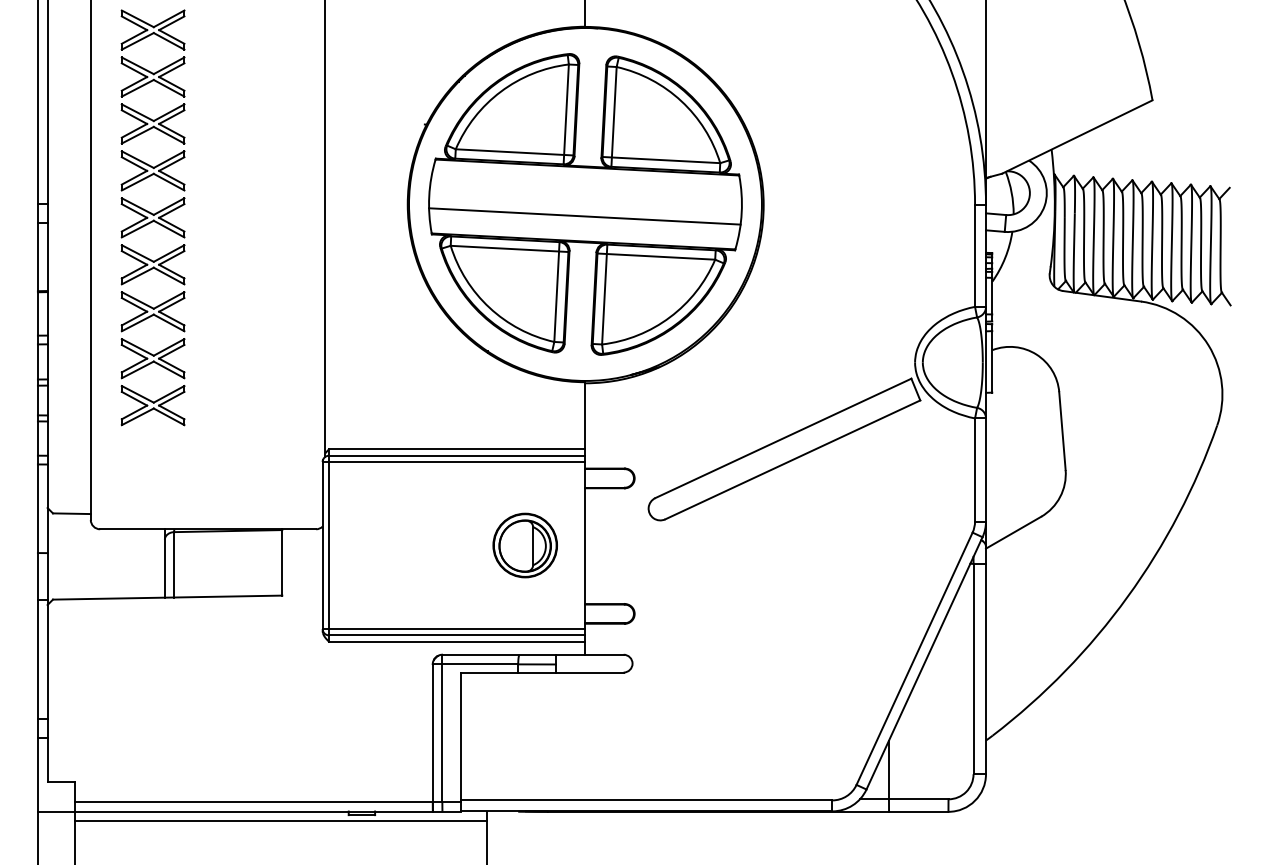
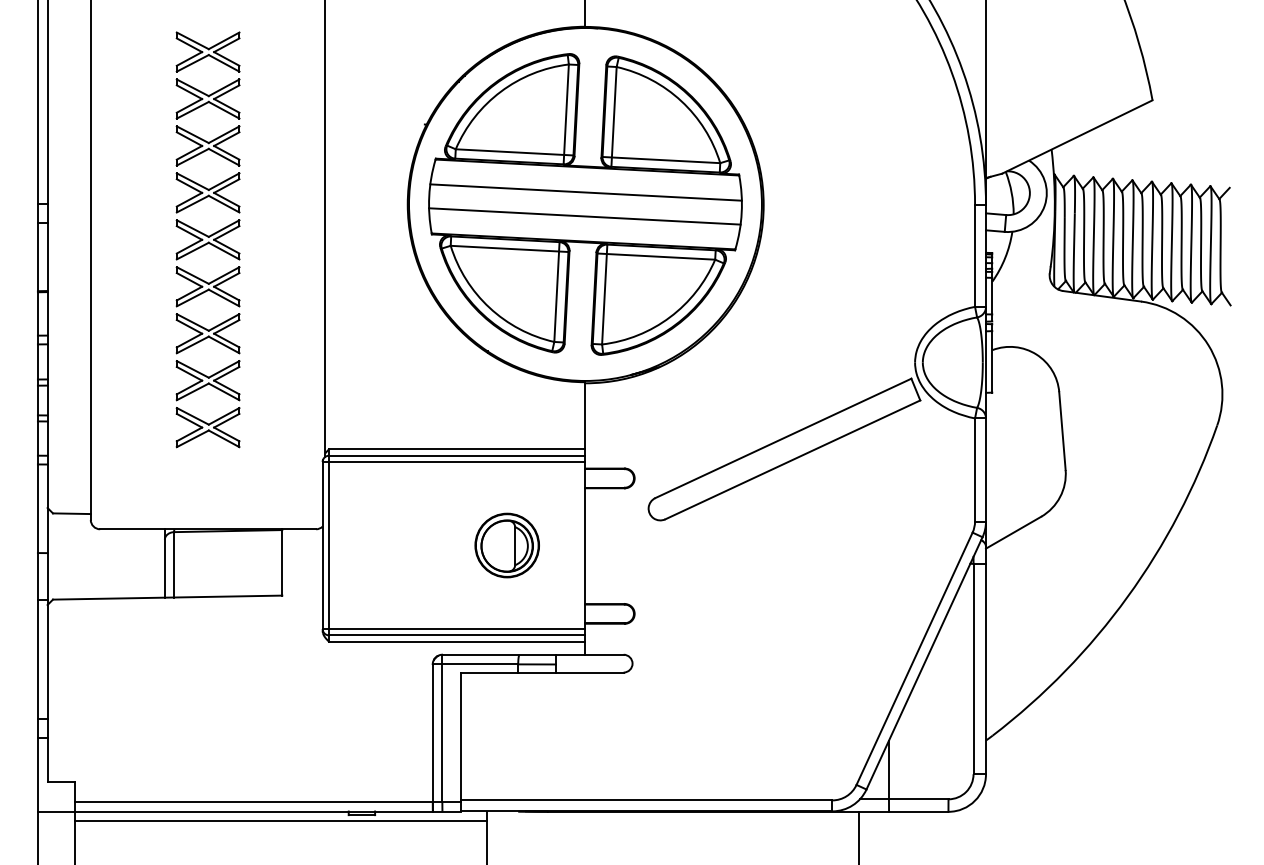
line at (585, 192): none -> present
part at (152, 217) position: (152, 217) -> (207, 239)
part at (524, 545) position: (524, 545) -> (506, 545)
line at (859, 836): none -> present
